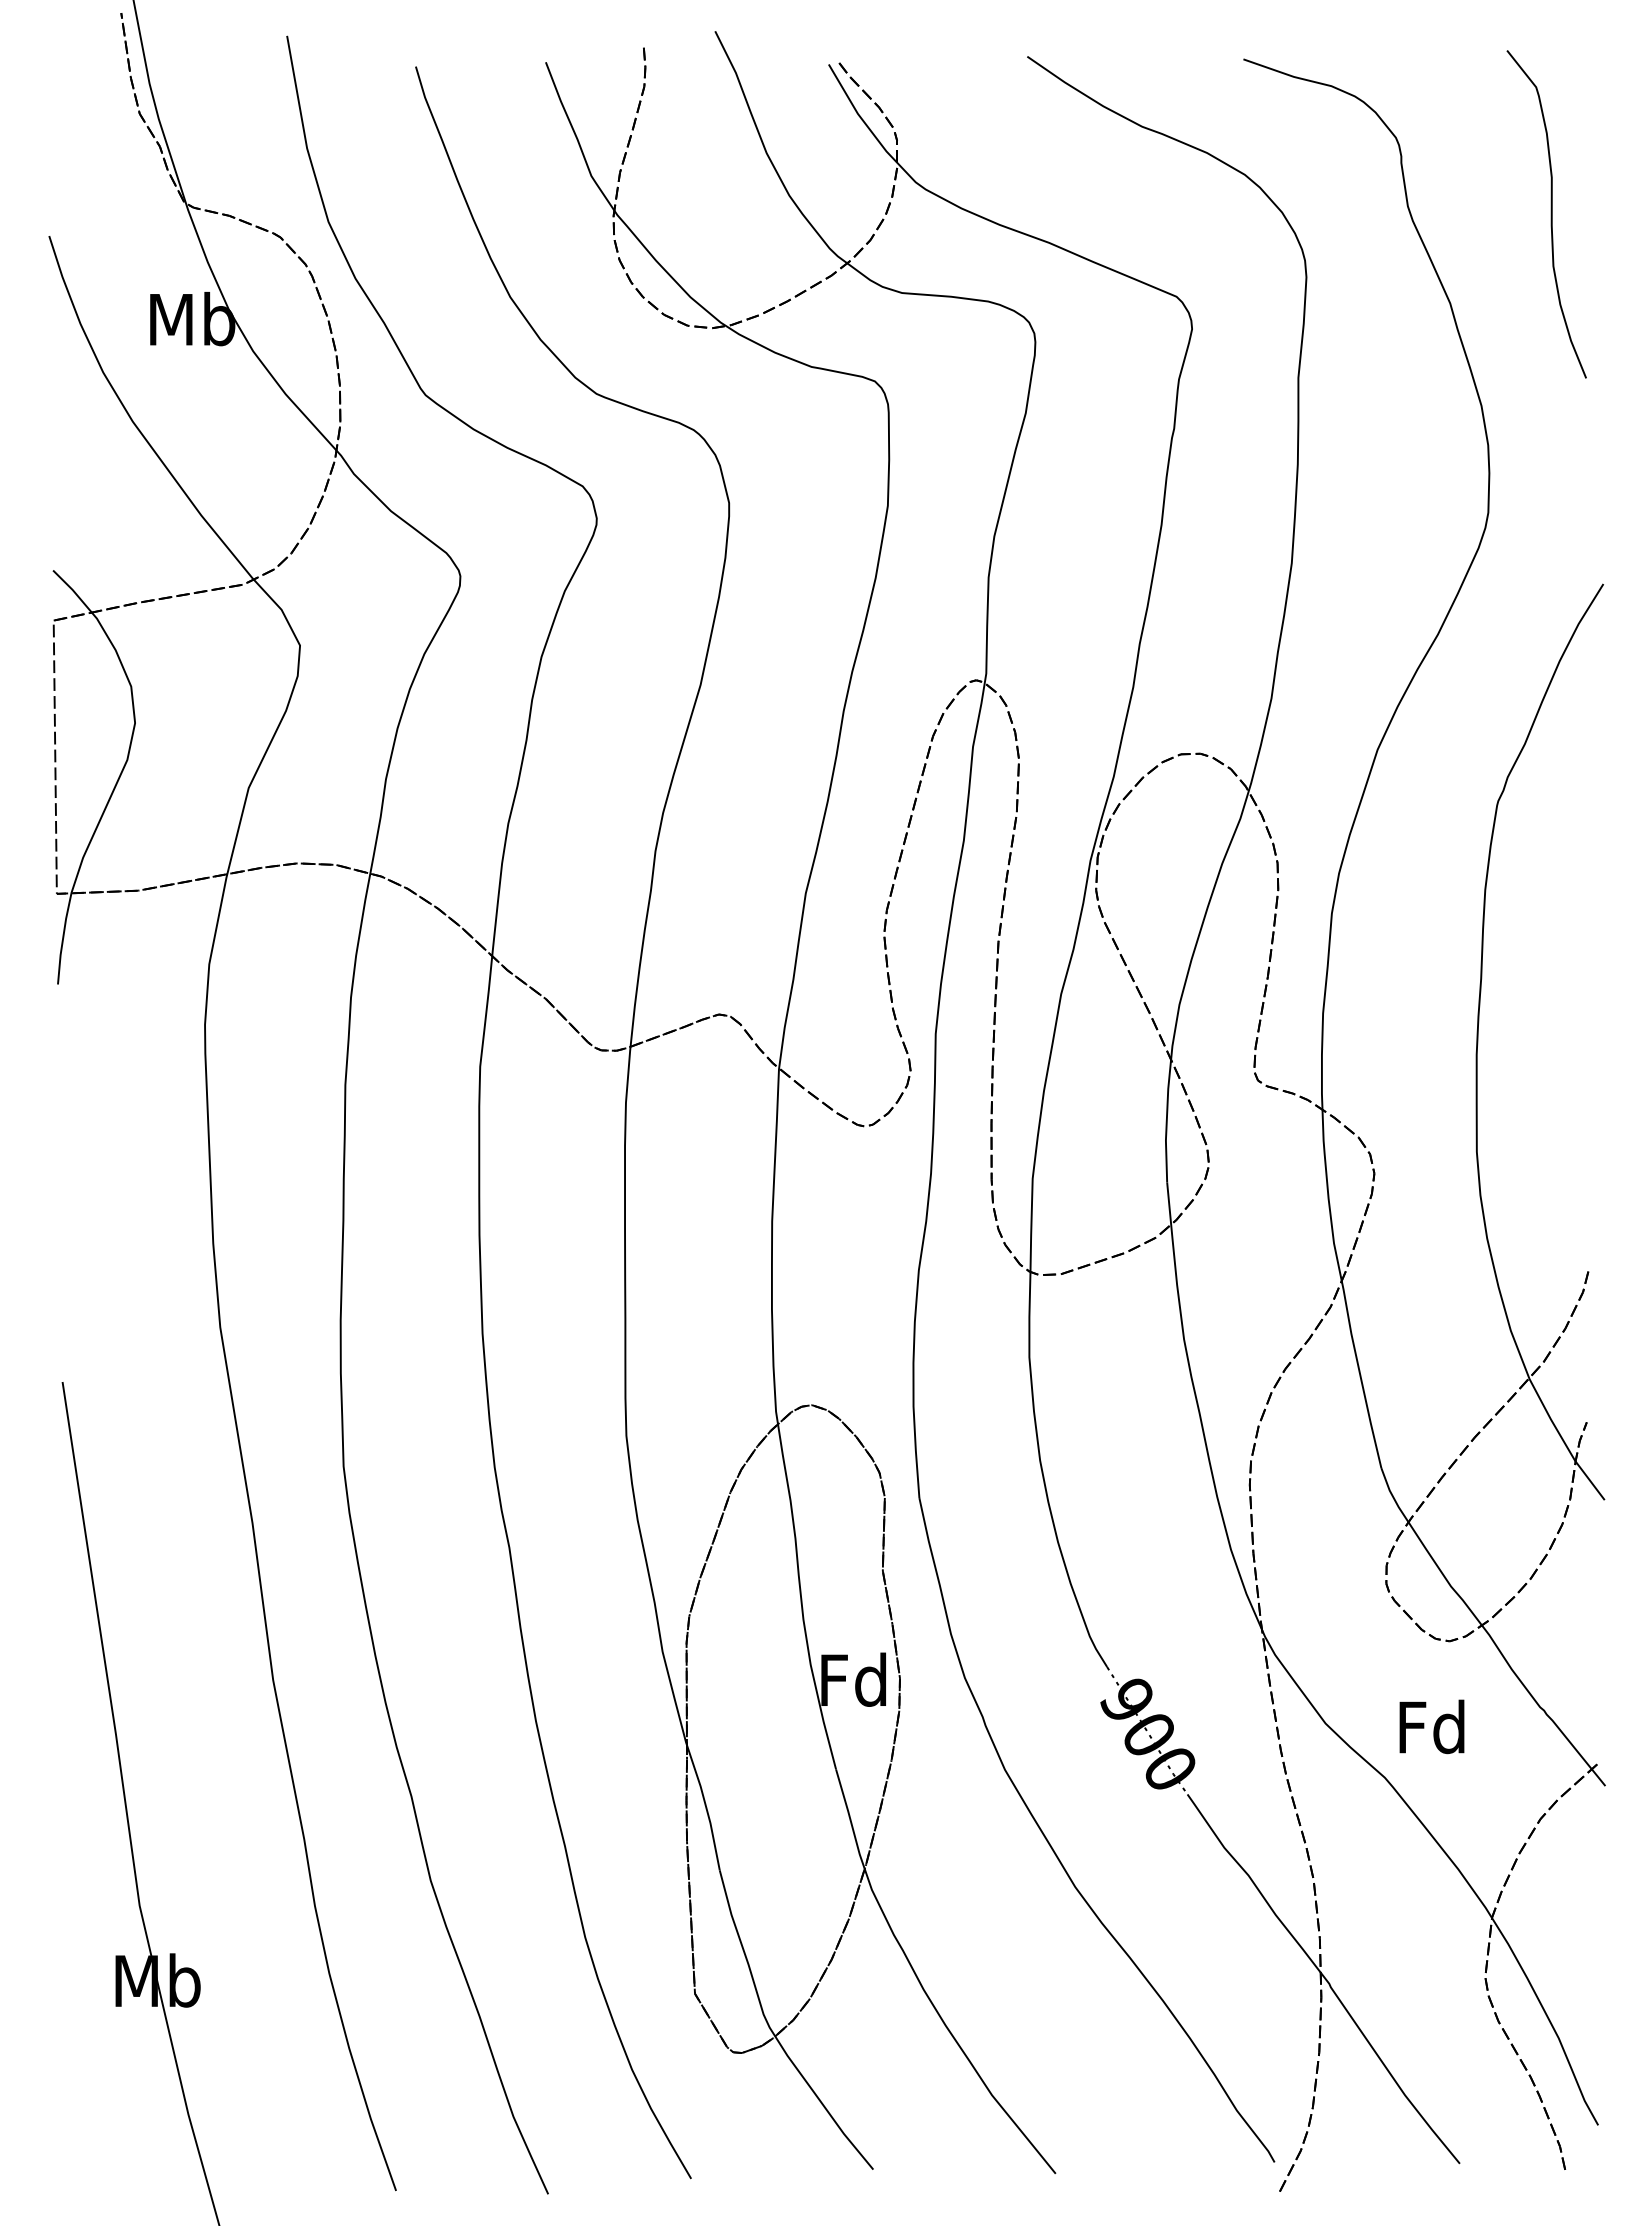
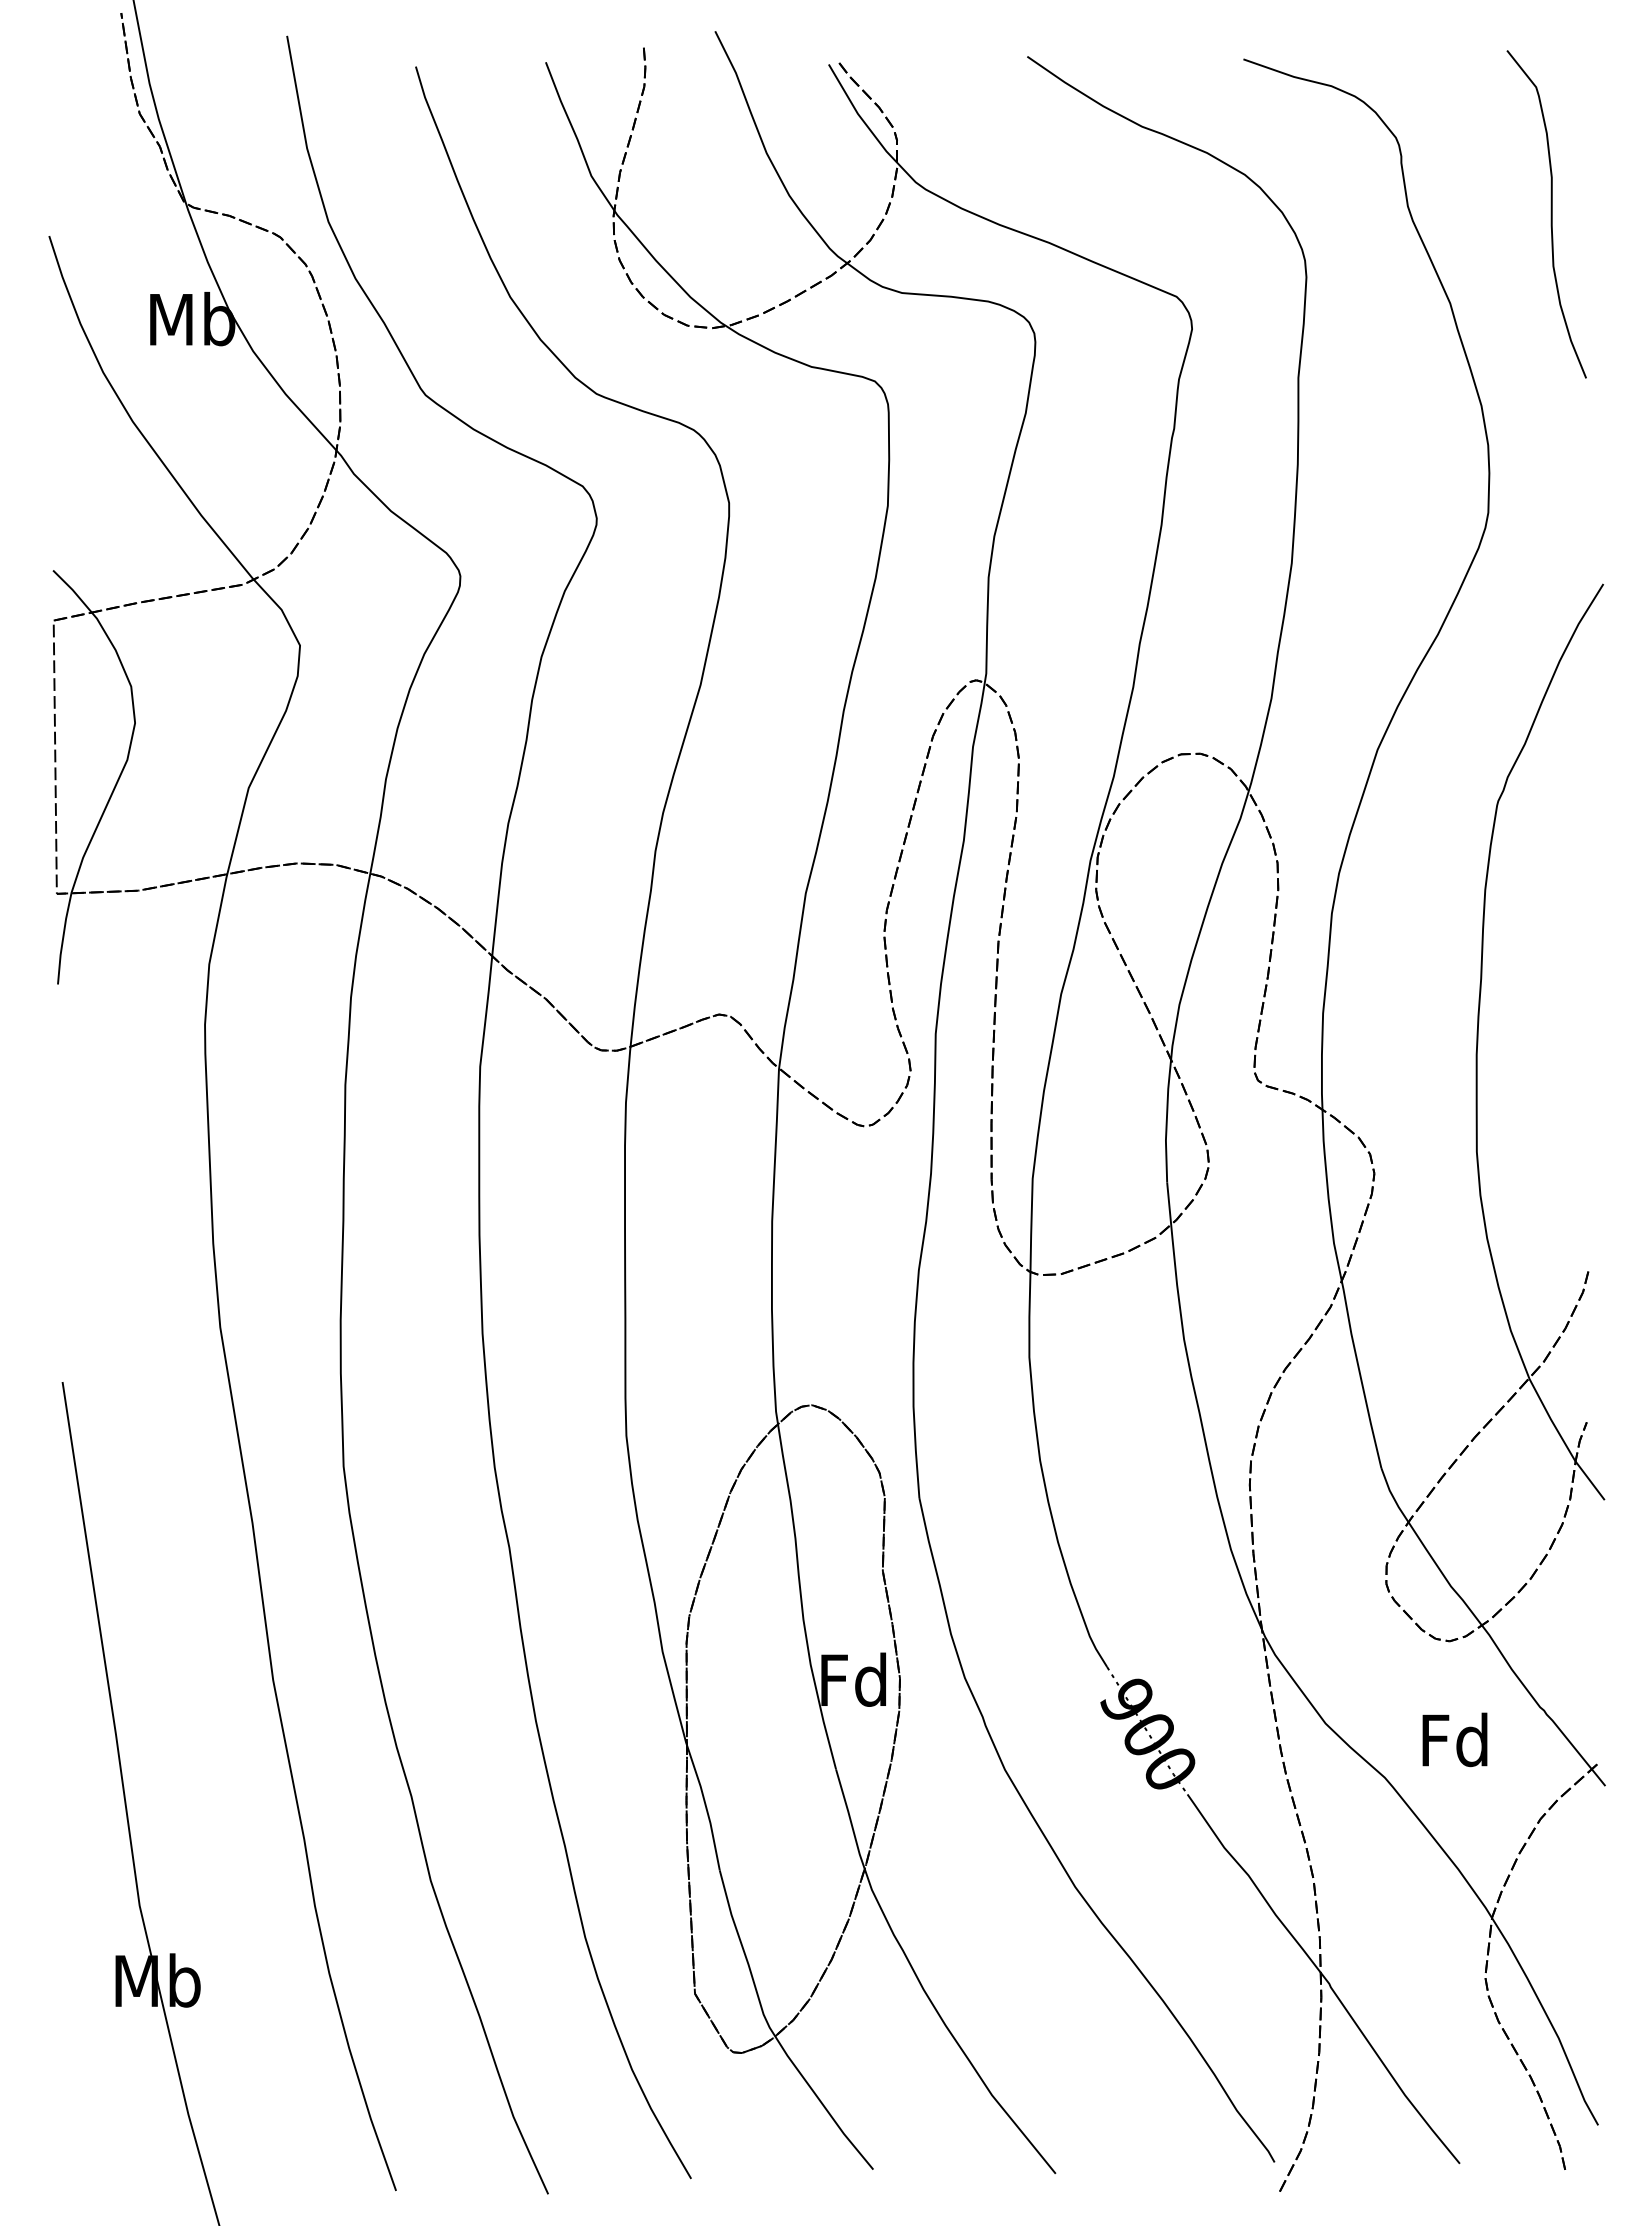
text at (1431, 1726) position: (1431, 1726) -> (1454, 1739)
